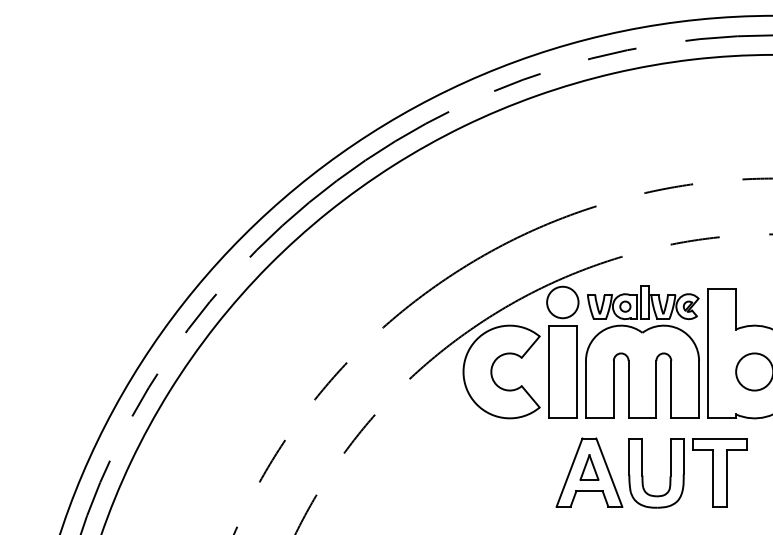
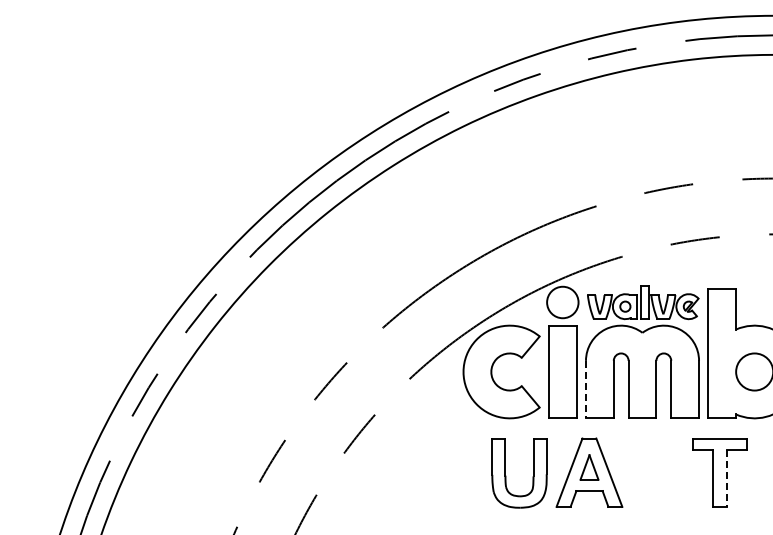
line at (586, 389): solid -> dashed
part at (643, 475) position: (643, 475) -> (506, 475)
line at (726, 478): solid -> dashed
